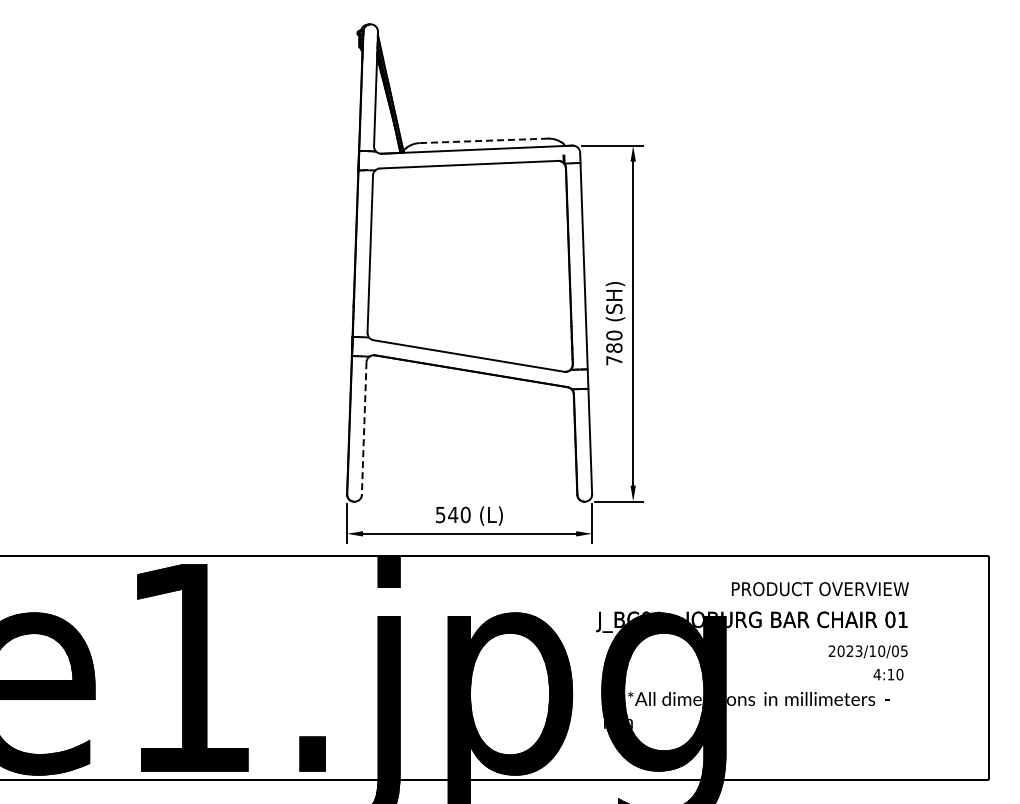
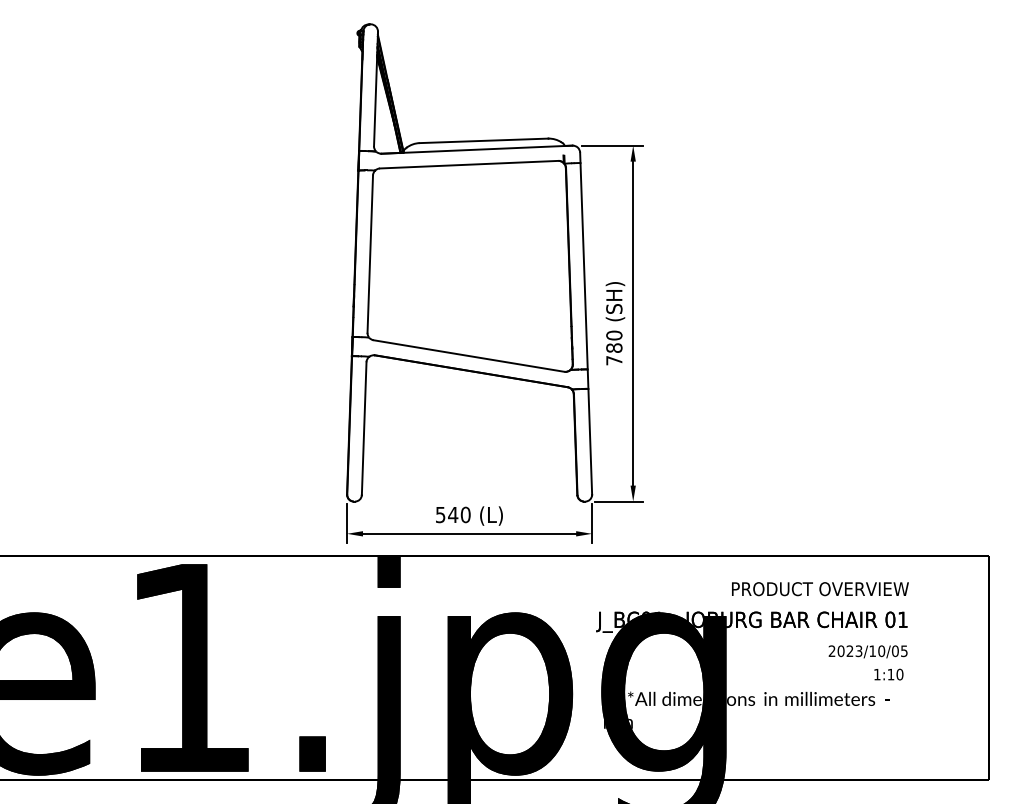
line at (483, 140): dashed -> solid
line at (364, 429): dashed -> solid
text at (876, 674): 4:10 -> 1:10
